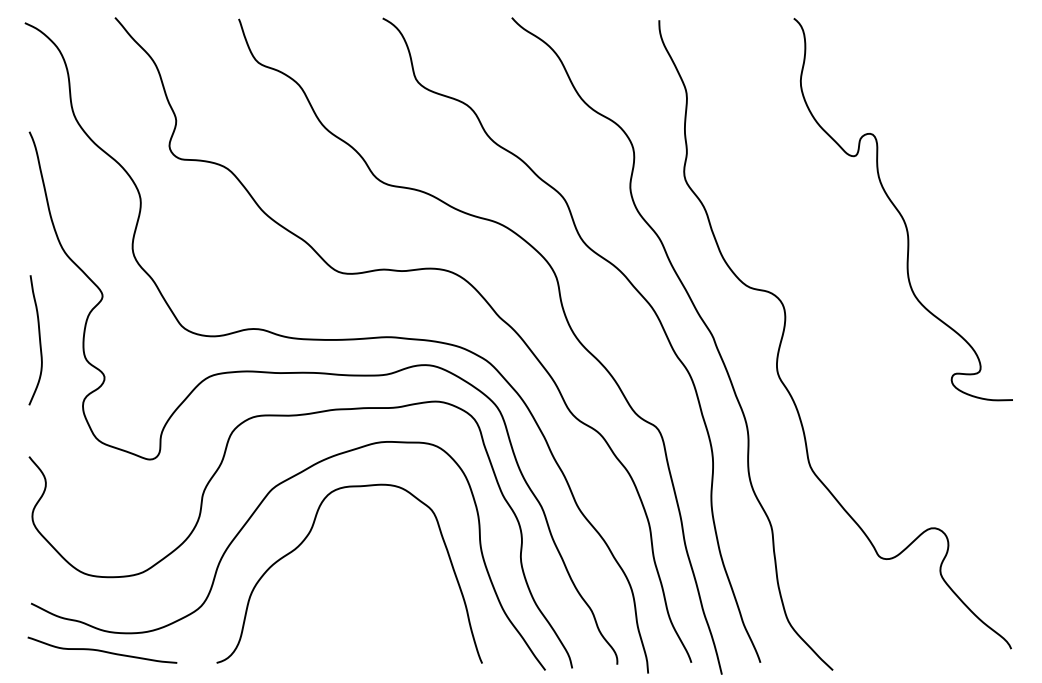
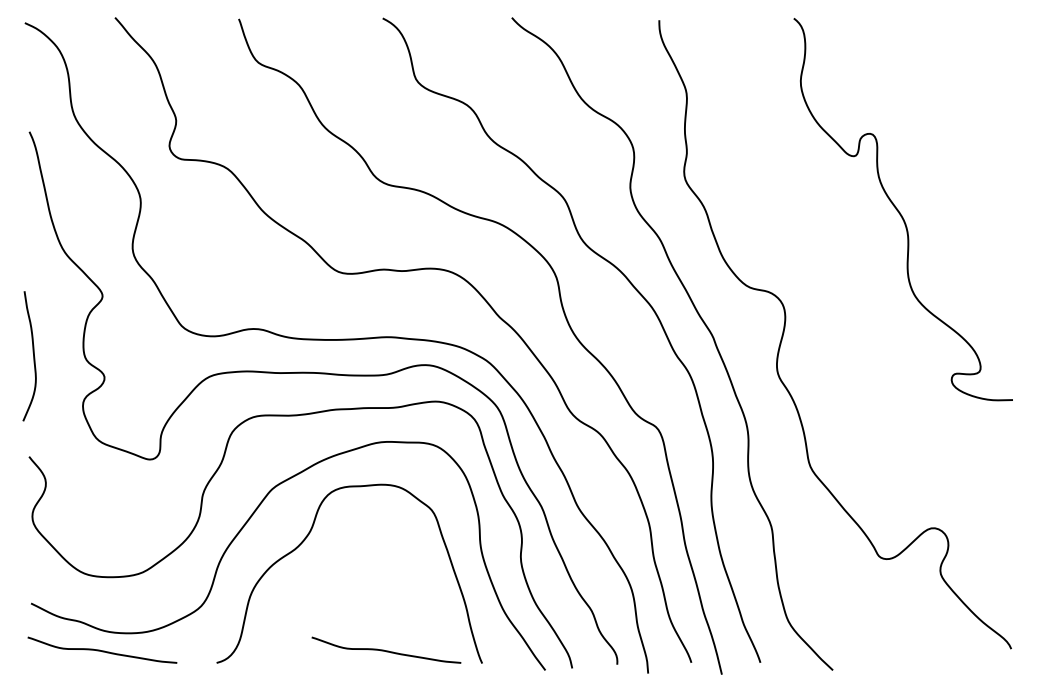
curve at (39, 340) position: (39, 340) -> (33, 356)
curve at (386, 650): none -> present
